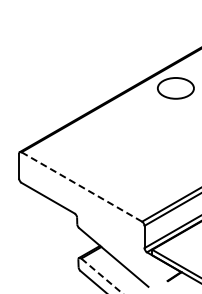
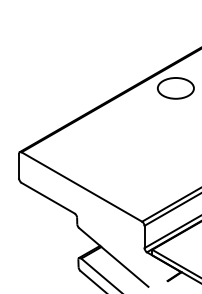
line at (81, 186): dashed -> solid
line at (102, 276): dashed -> solid
